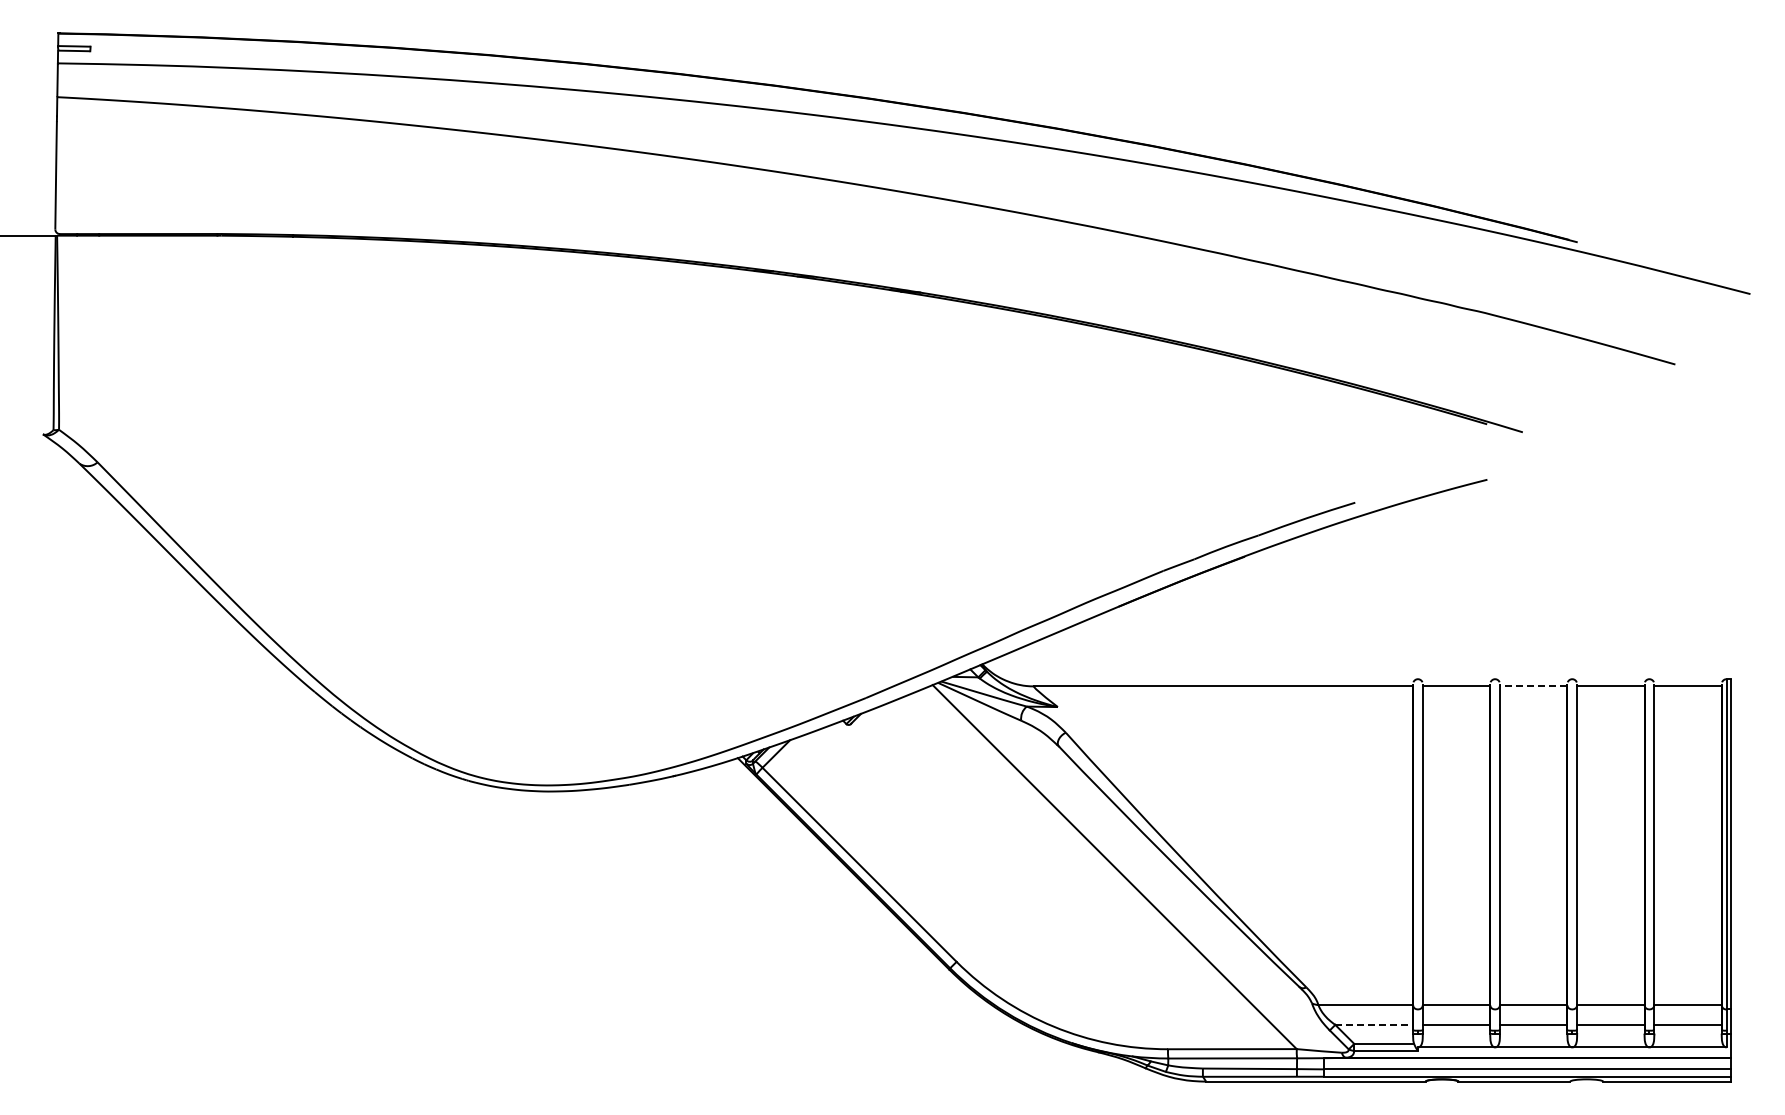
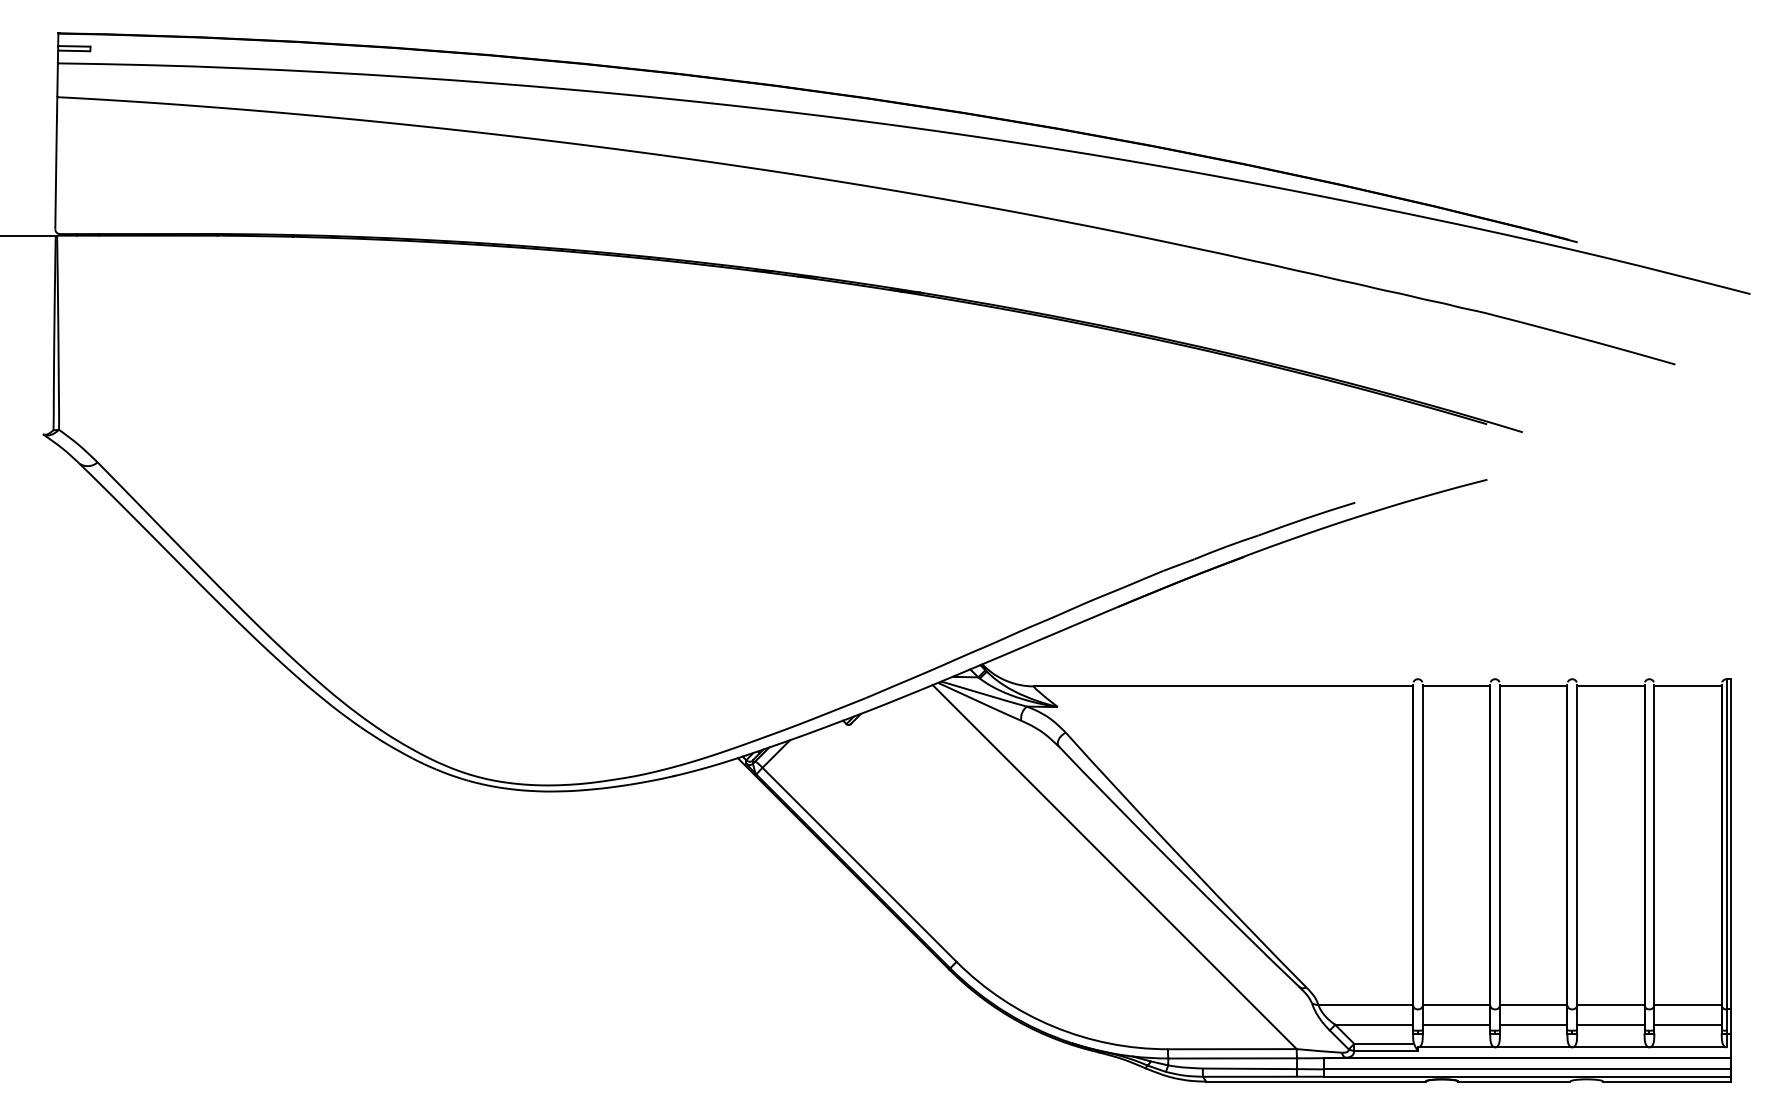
line at (1533, 686): dashed -> solid
line at (1374, 1024): dashed -> solid
